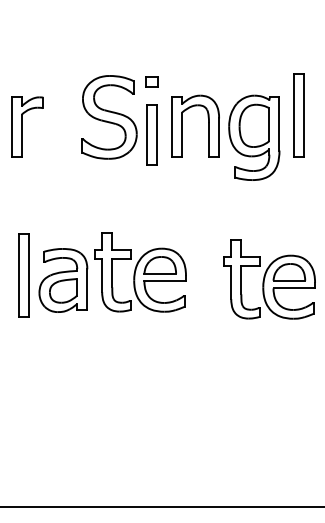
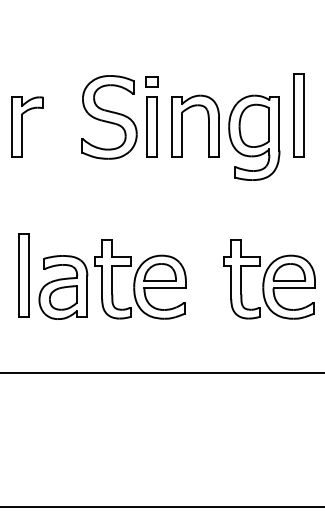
part at (151, 134) position: (151, 134) -> (151, 126)
part at (112, 272) position: (112, 272) -> (112, 279)
line at (161, 373): none -> present
